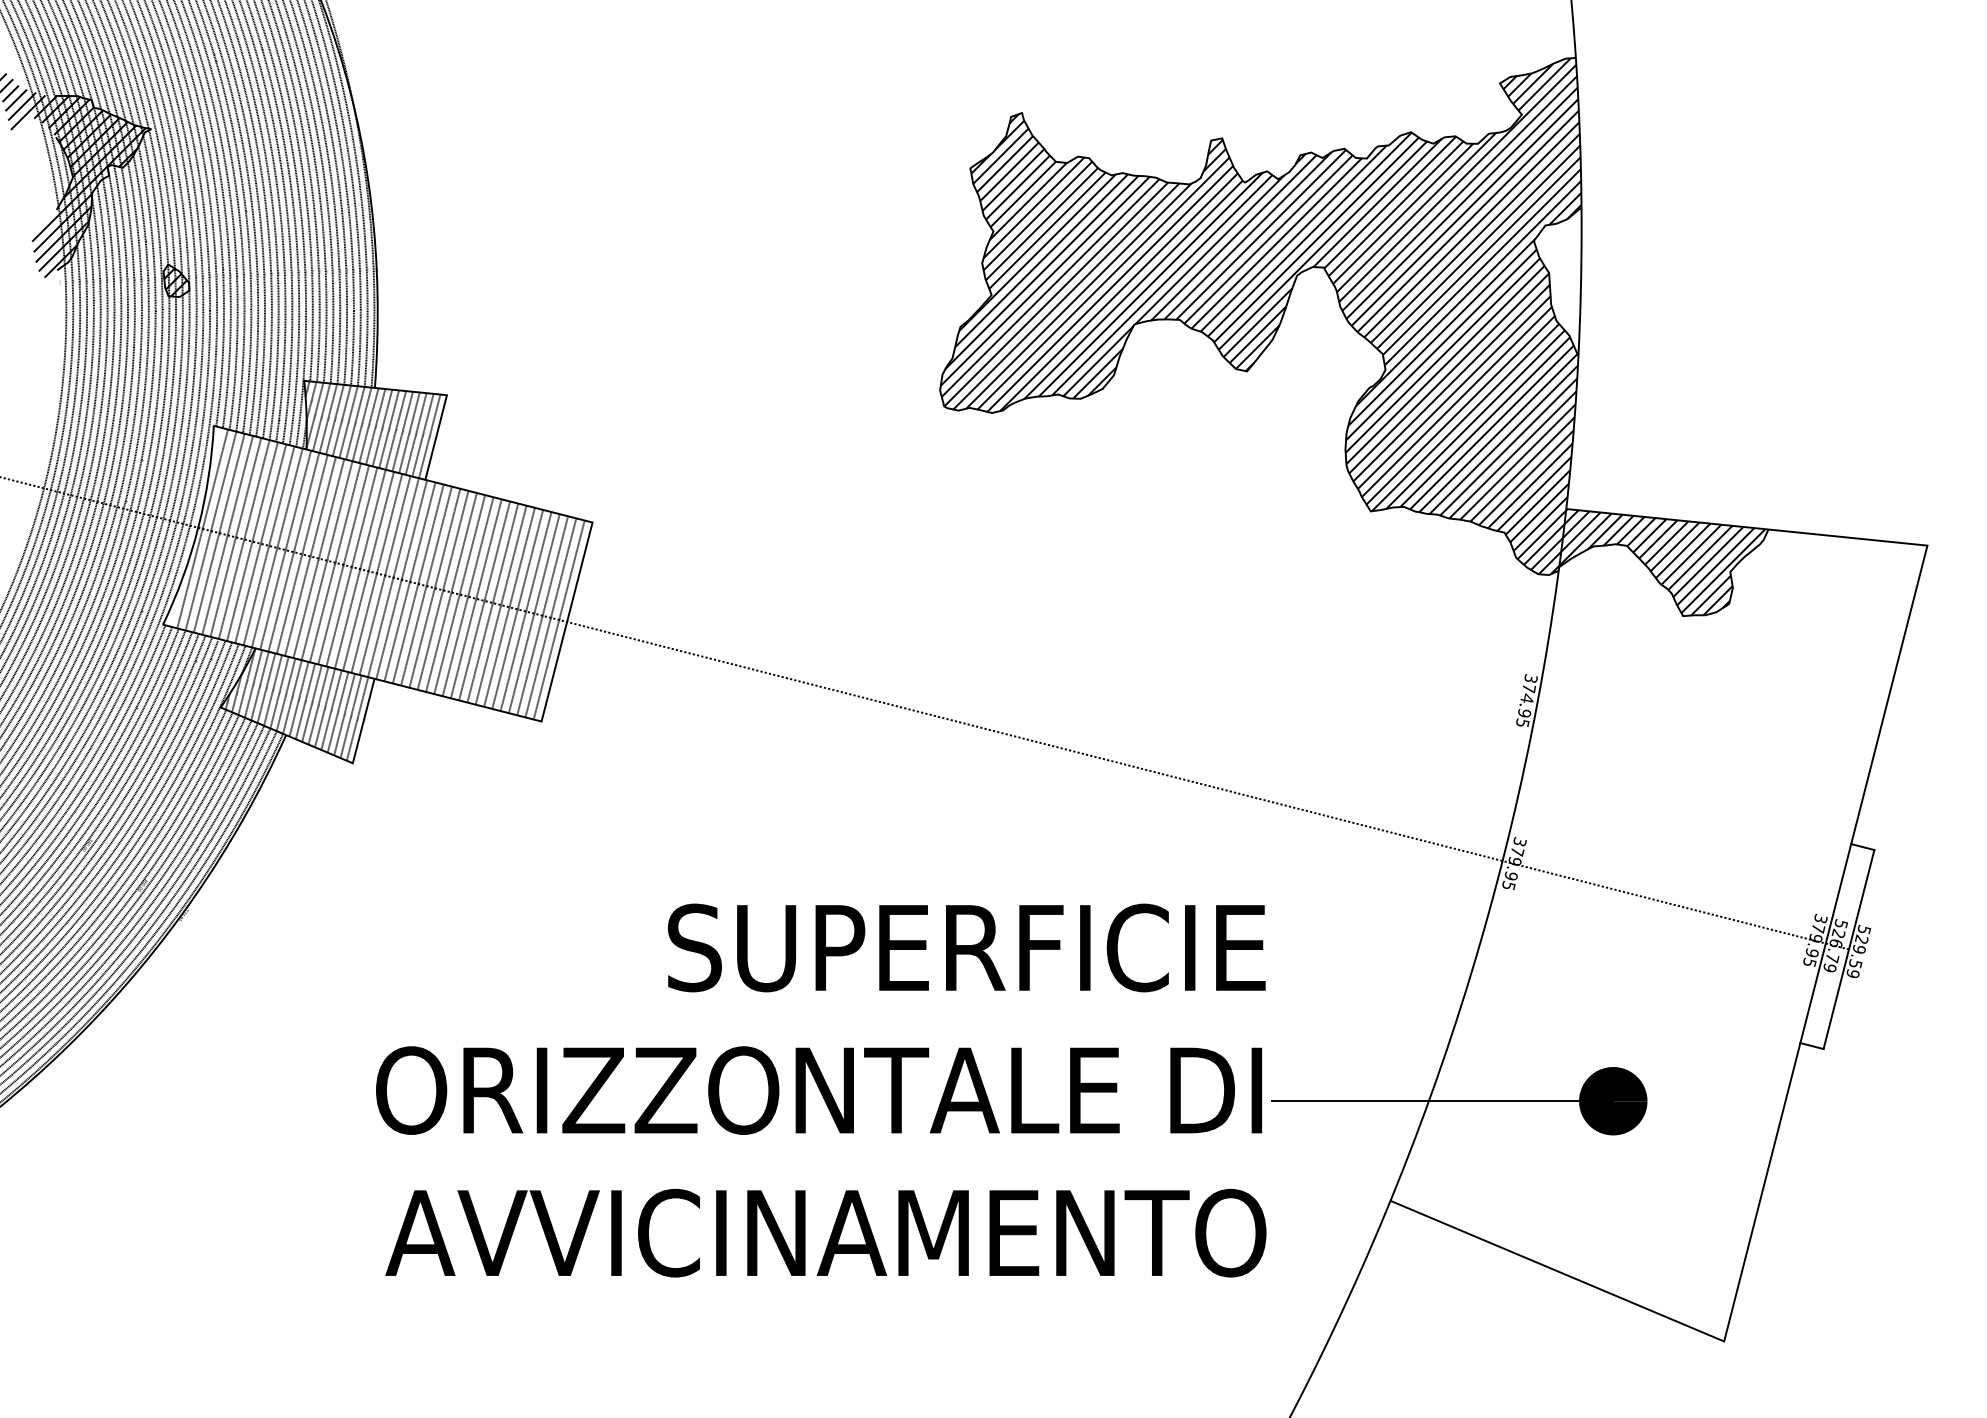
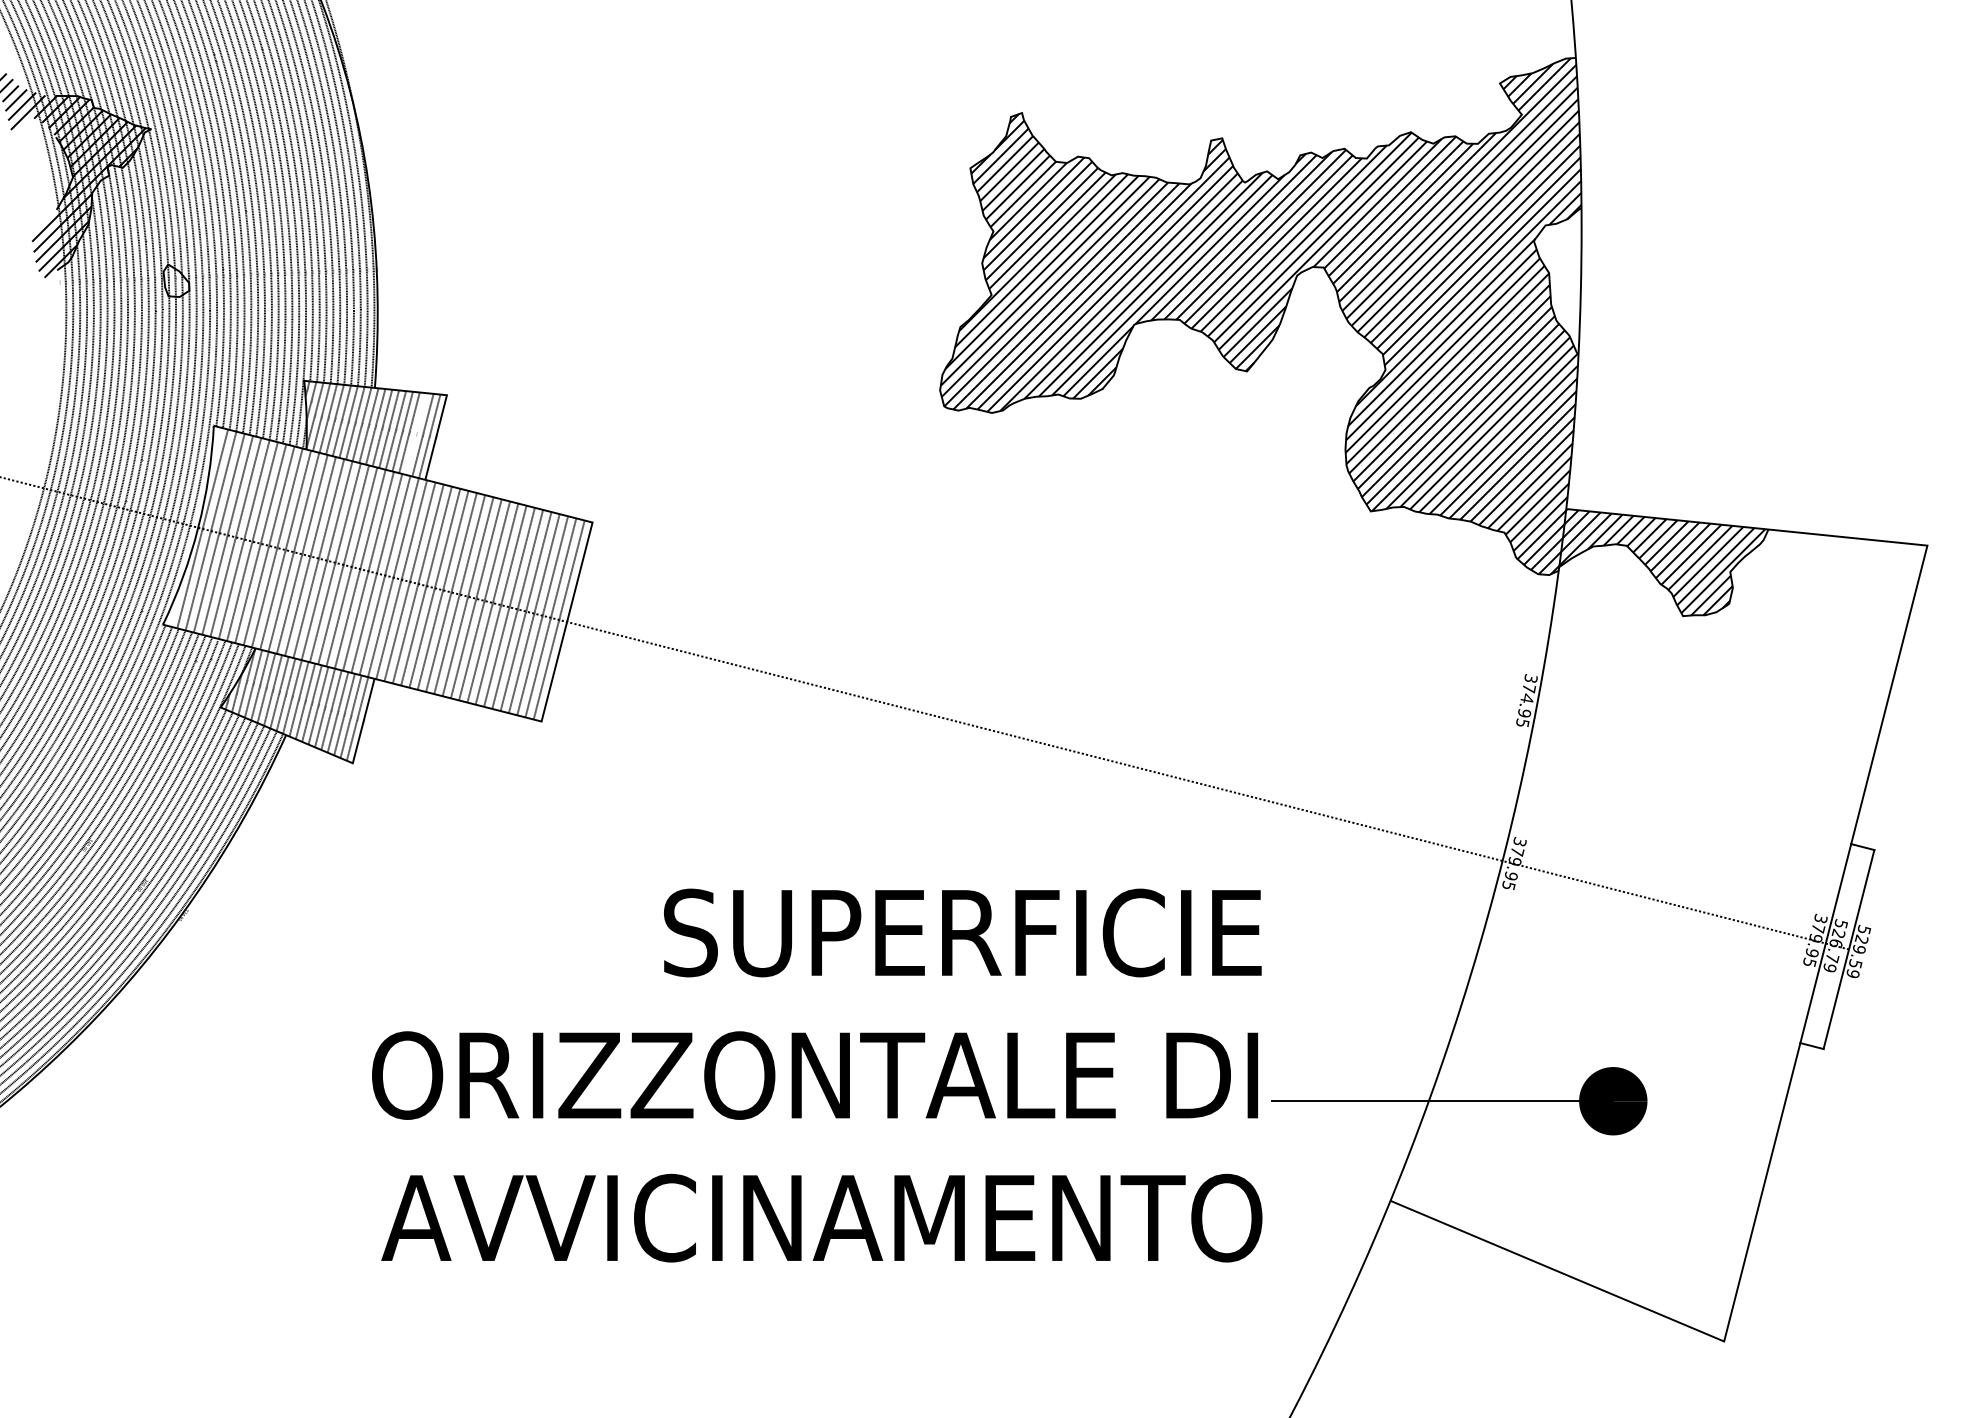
hatch at (176, 282): present -> none
line at (415, 433): present -> none
text at (821, 1090) position: (821, 1090) -> (817, 1075)
